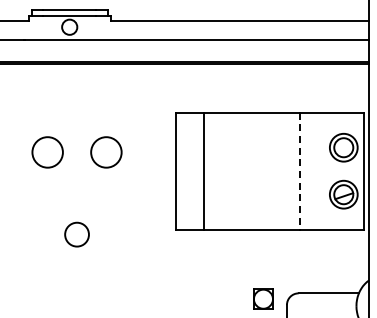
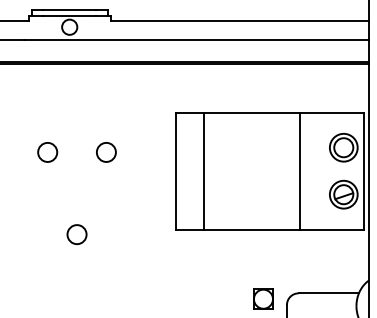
circle at (47, 152) diameter: 31 px -> 19 px
circle at (106, 152) diameter: 31 px -> 19 px
line at (299, 171): dashed -> solid
circle at (76, 234) size: 26x27 px -> 22x21 px
